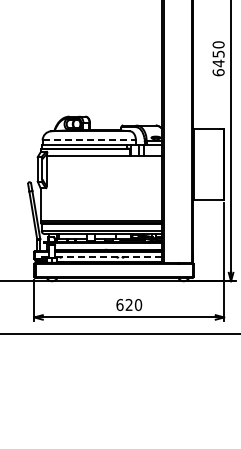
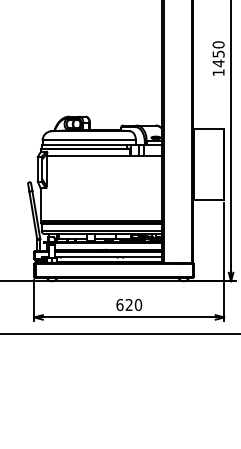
text at (218, 72): 6450 -> 1450
line at (89, 140): dashed -> solid
line at (108, 256): dashed -> solid
